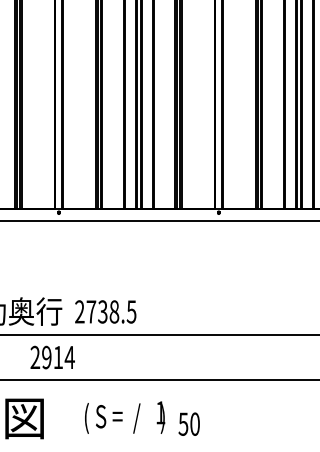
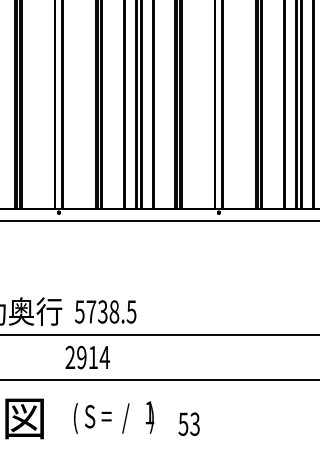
text at (79, 311): 2738.5 -> 5738.5
text at (52, 357) position: (52, 357) -> (87, 357)
text at (125, 417) position: (125, 417) -> (114, 417)
text at (194, 423): 50 -> 53
